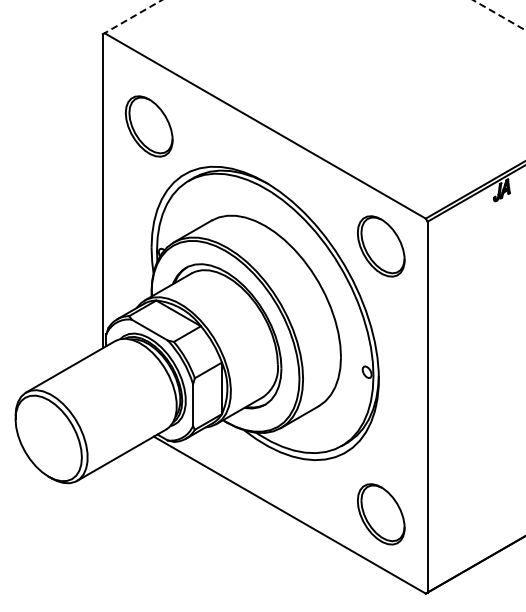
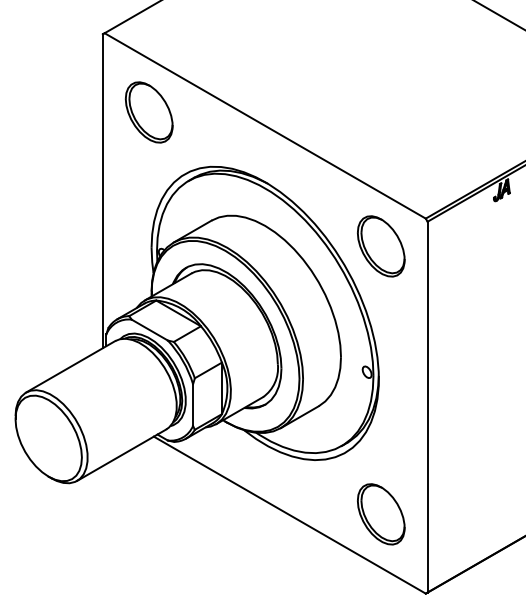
line at (499, 15): dashed -> solid
line at (133, 16): dashed -> solid
part at (148, 126) position: (148, 126) -> (148, 112)
